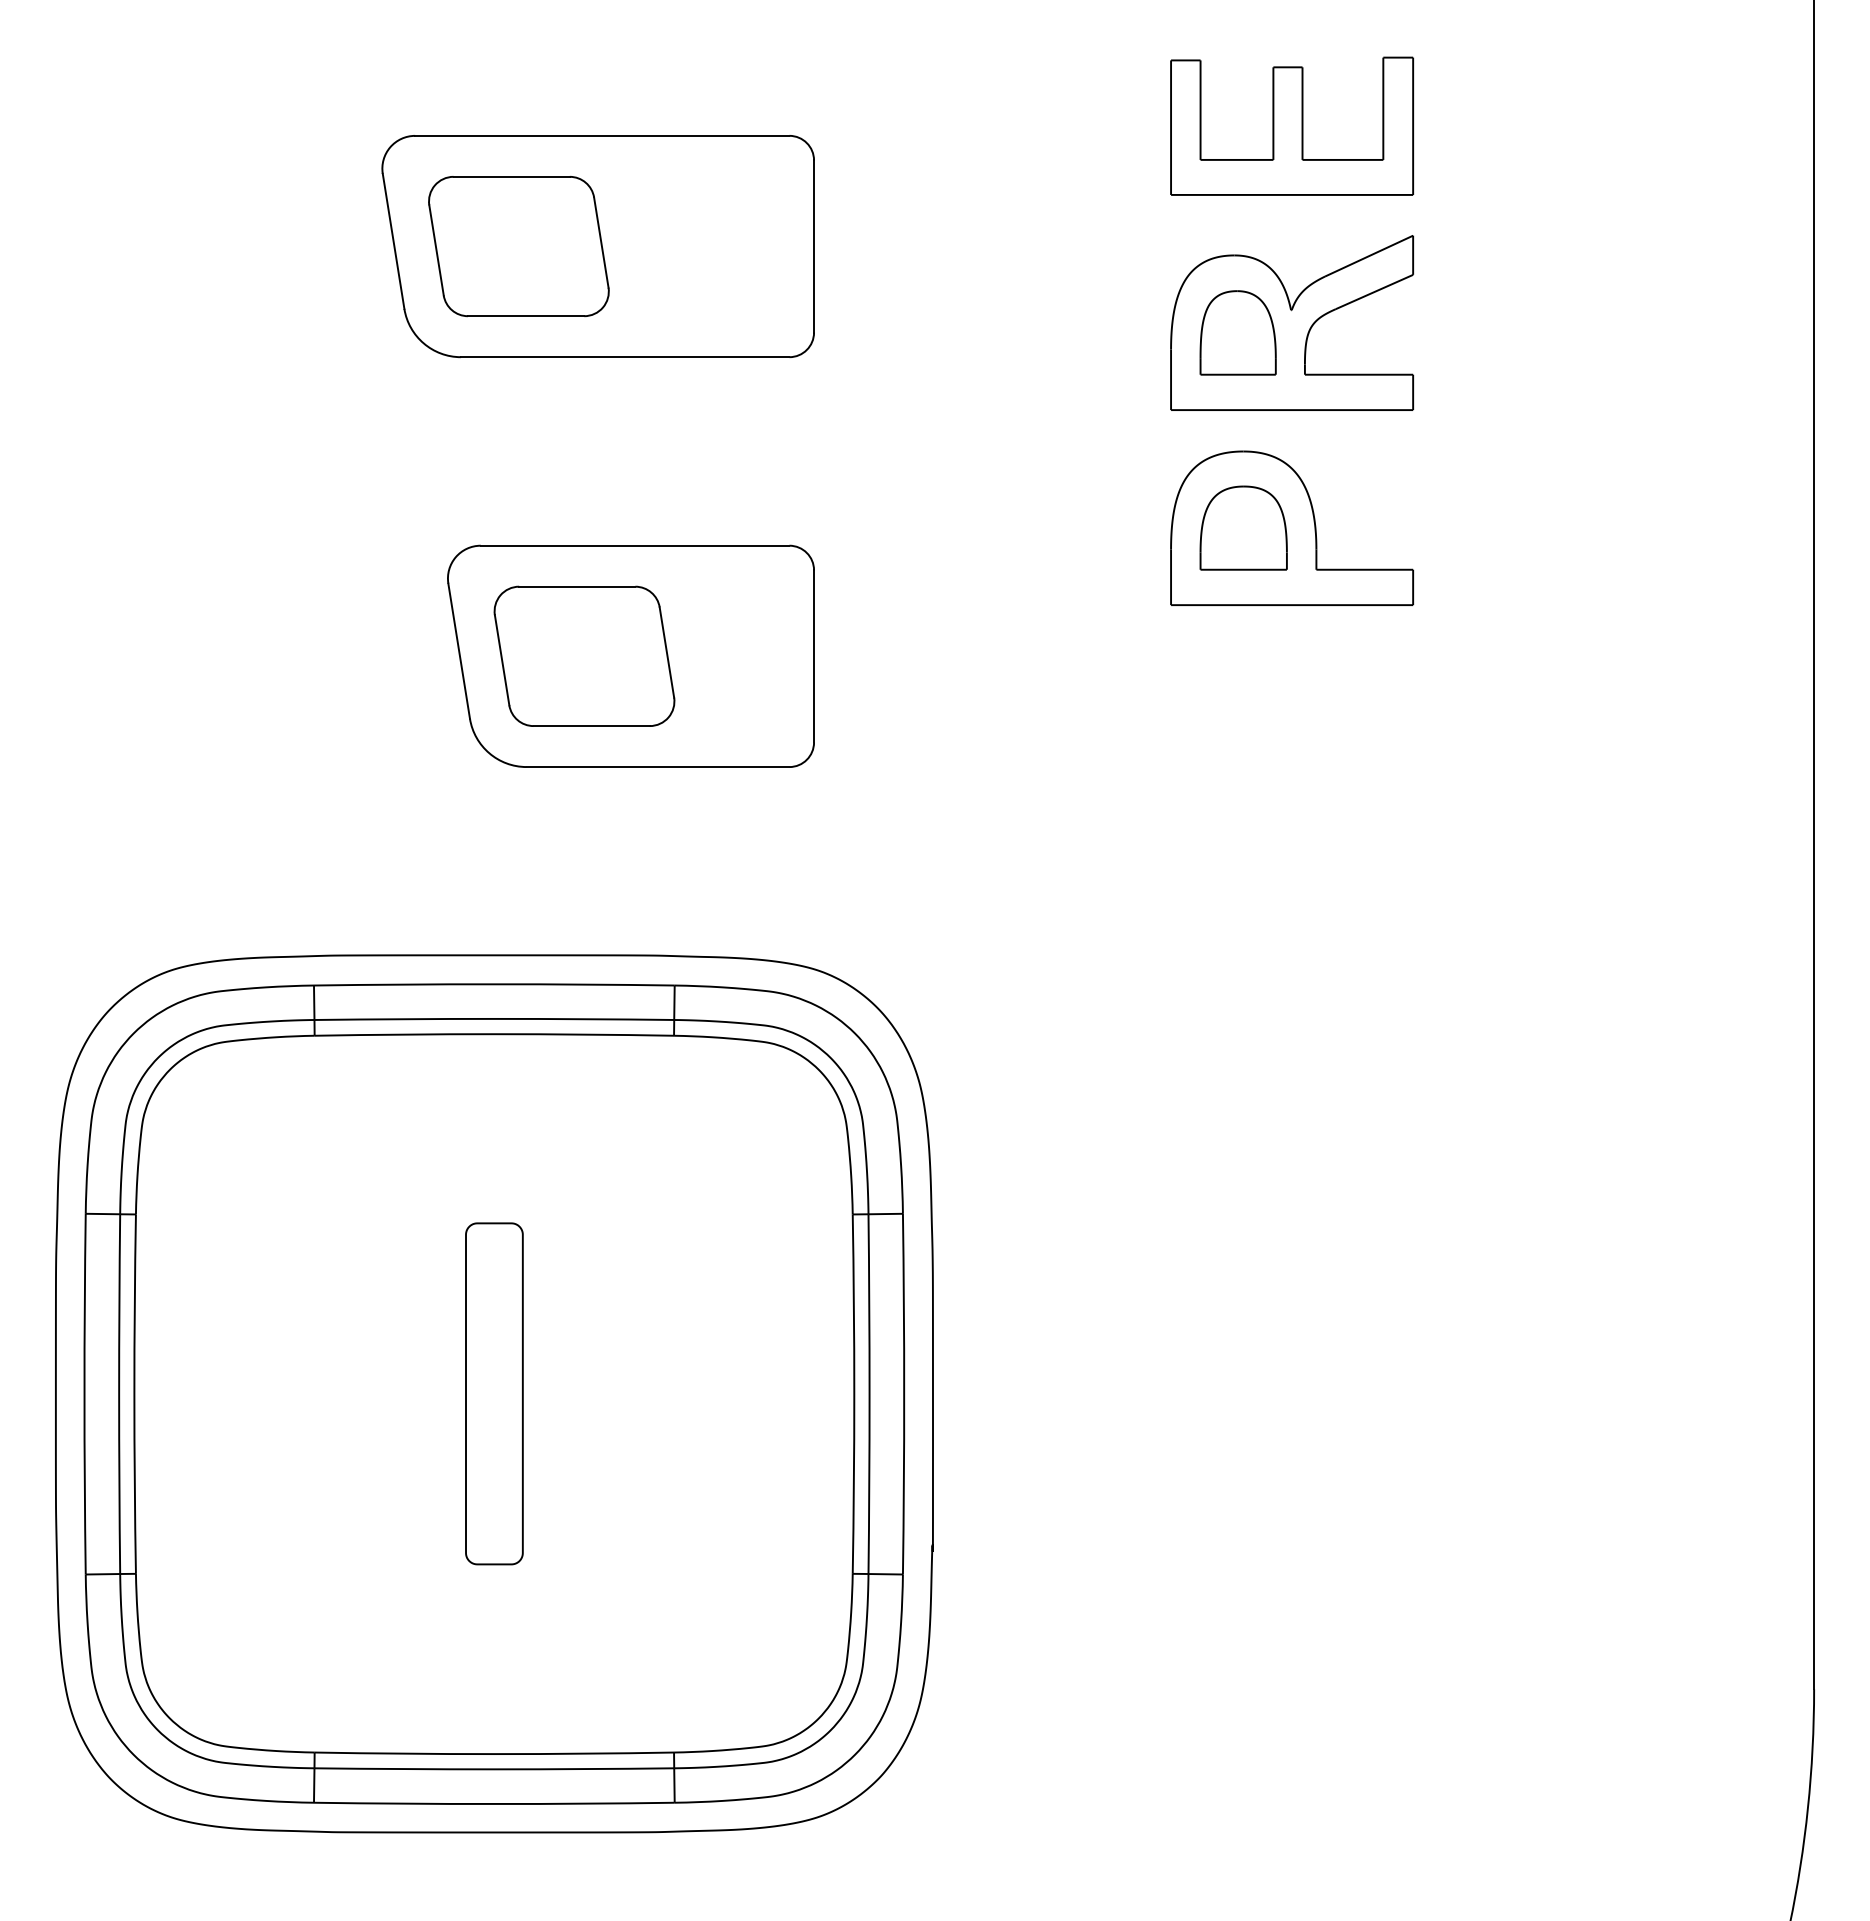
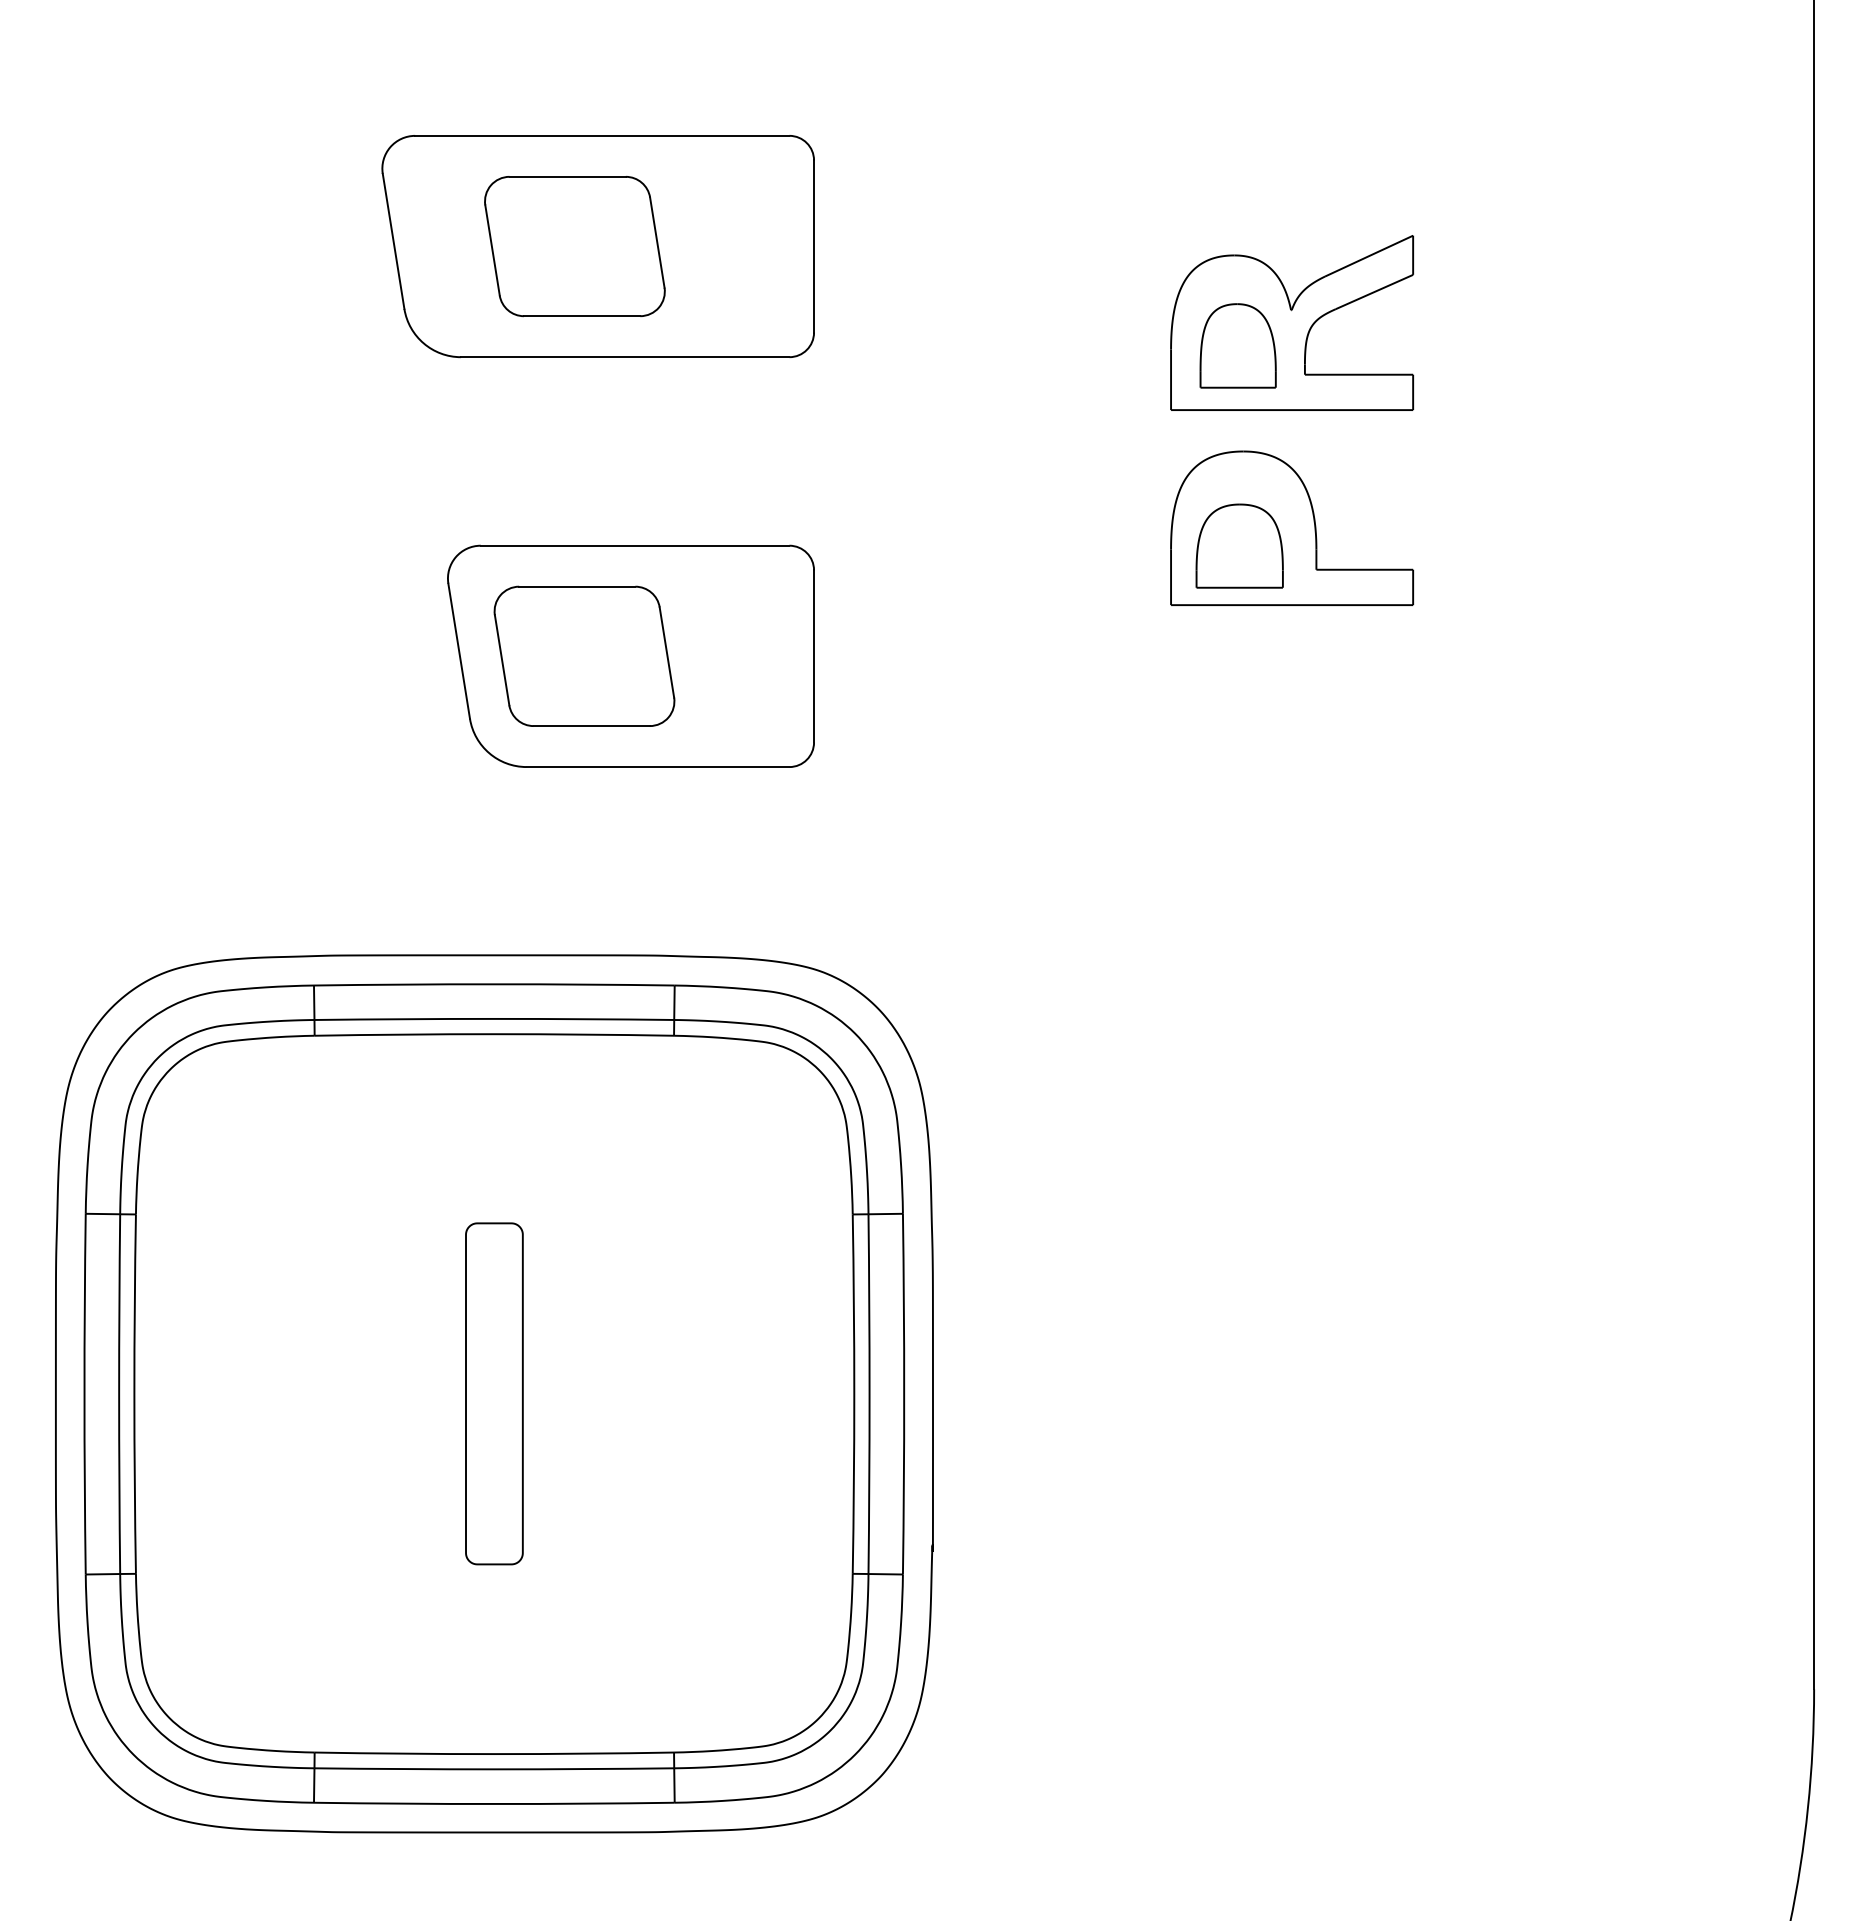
part at (1291, 125): present -> none
part at (518, 246) position: (518, 246) -> (574, 246)
part at (1237, 332) position: (1237, 332) -> (1237, 345)
part at (1243, 527) position: (1243, 527) -> (1239, 545)
